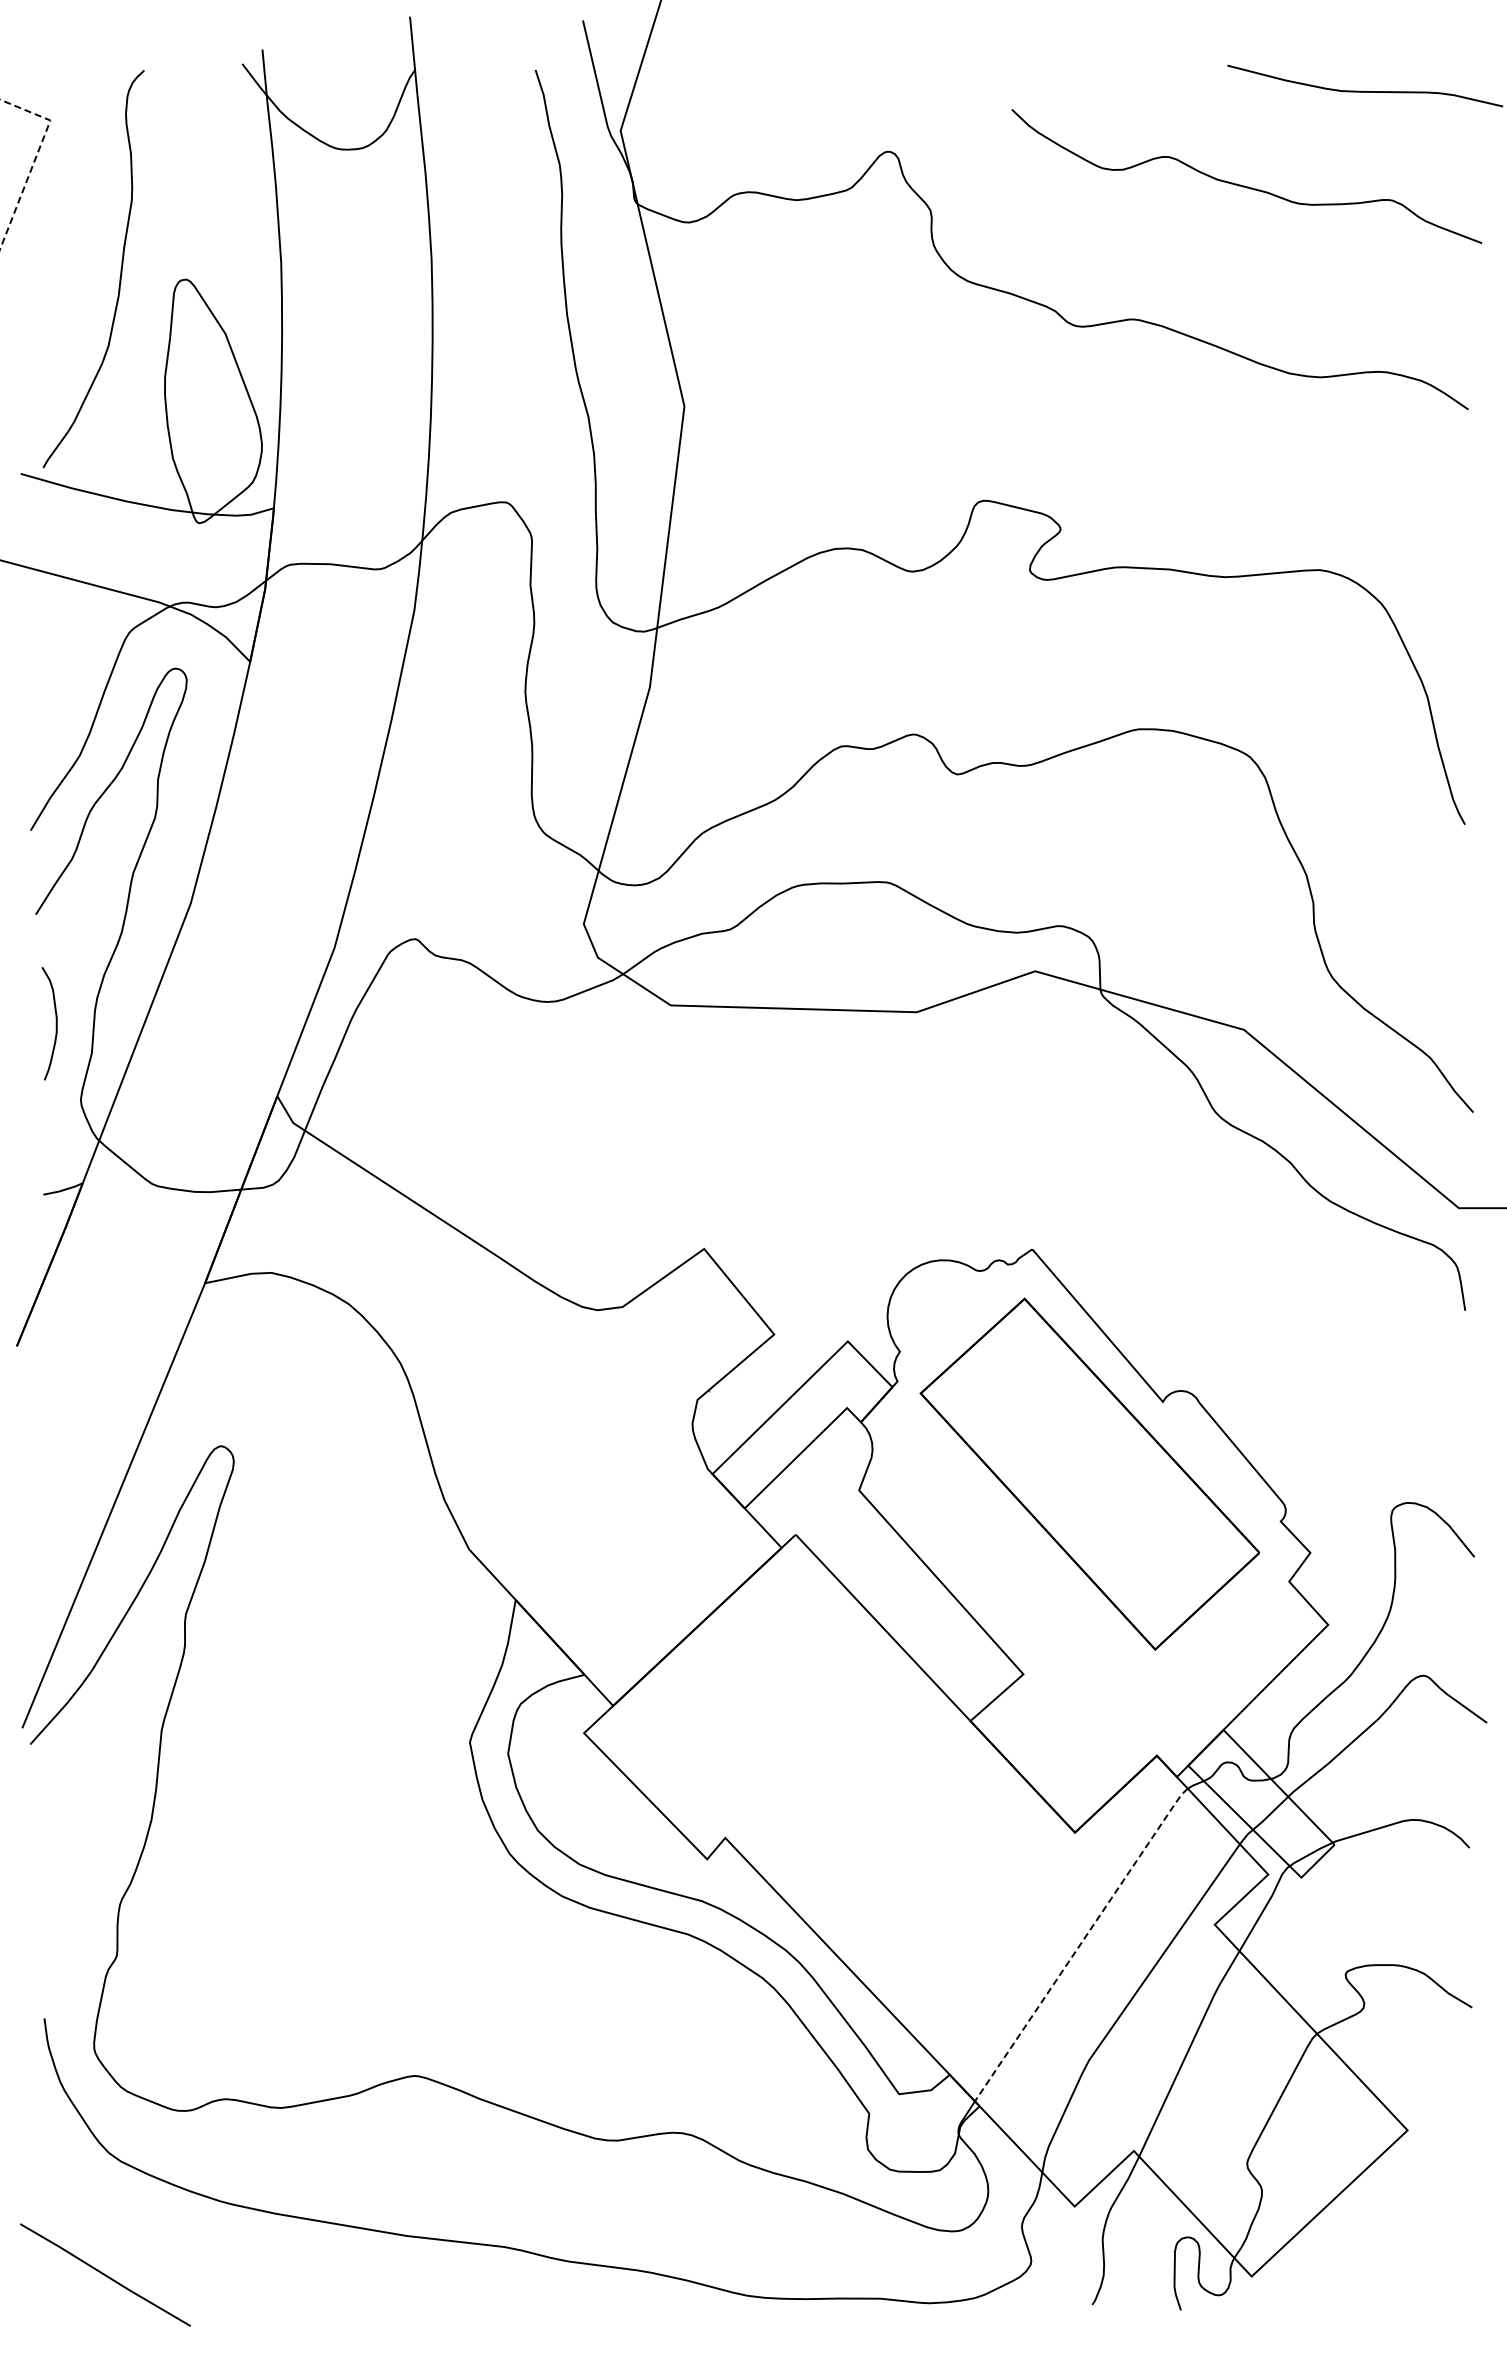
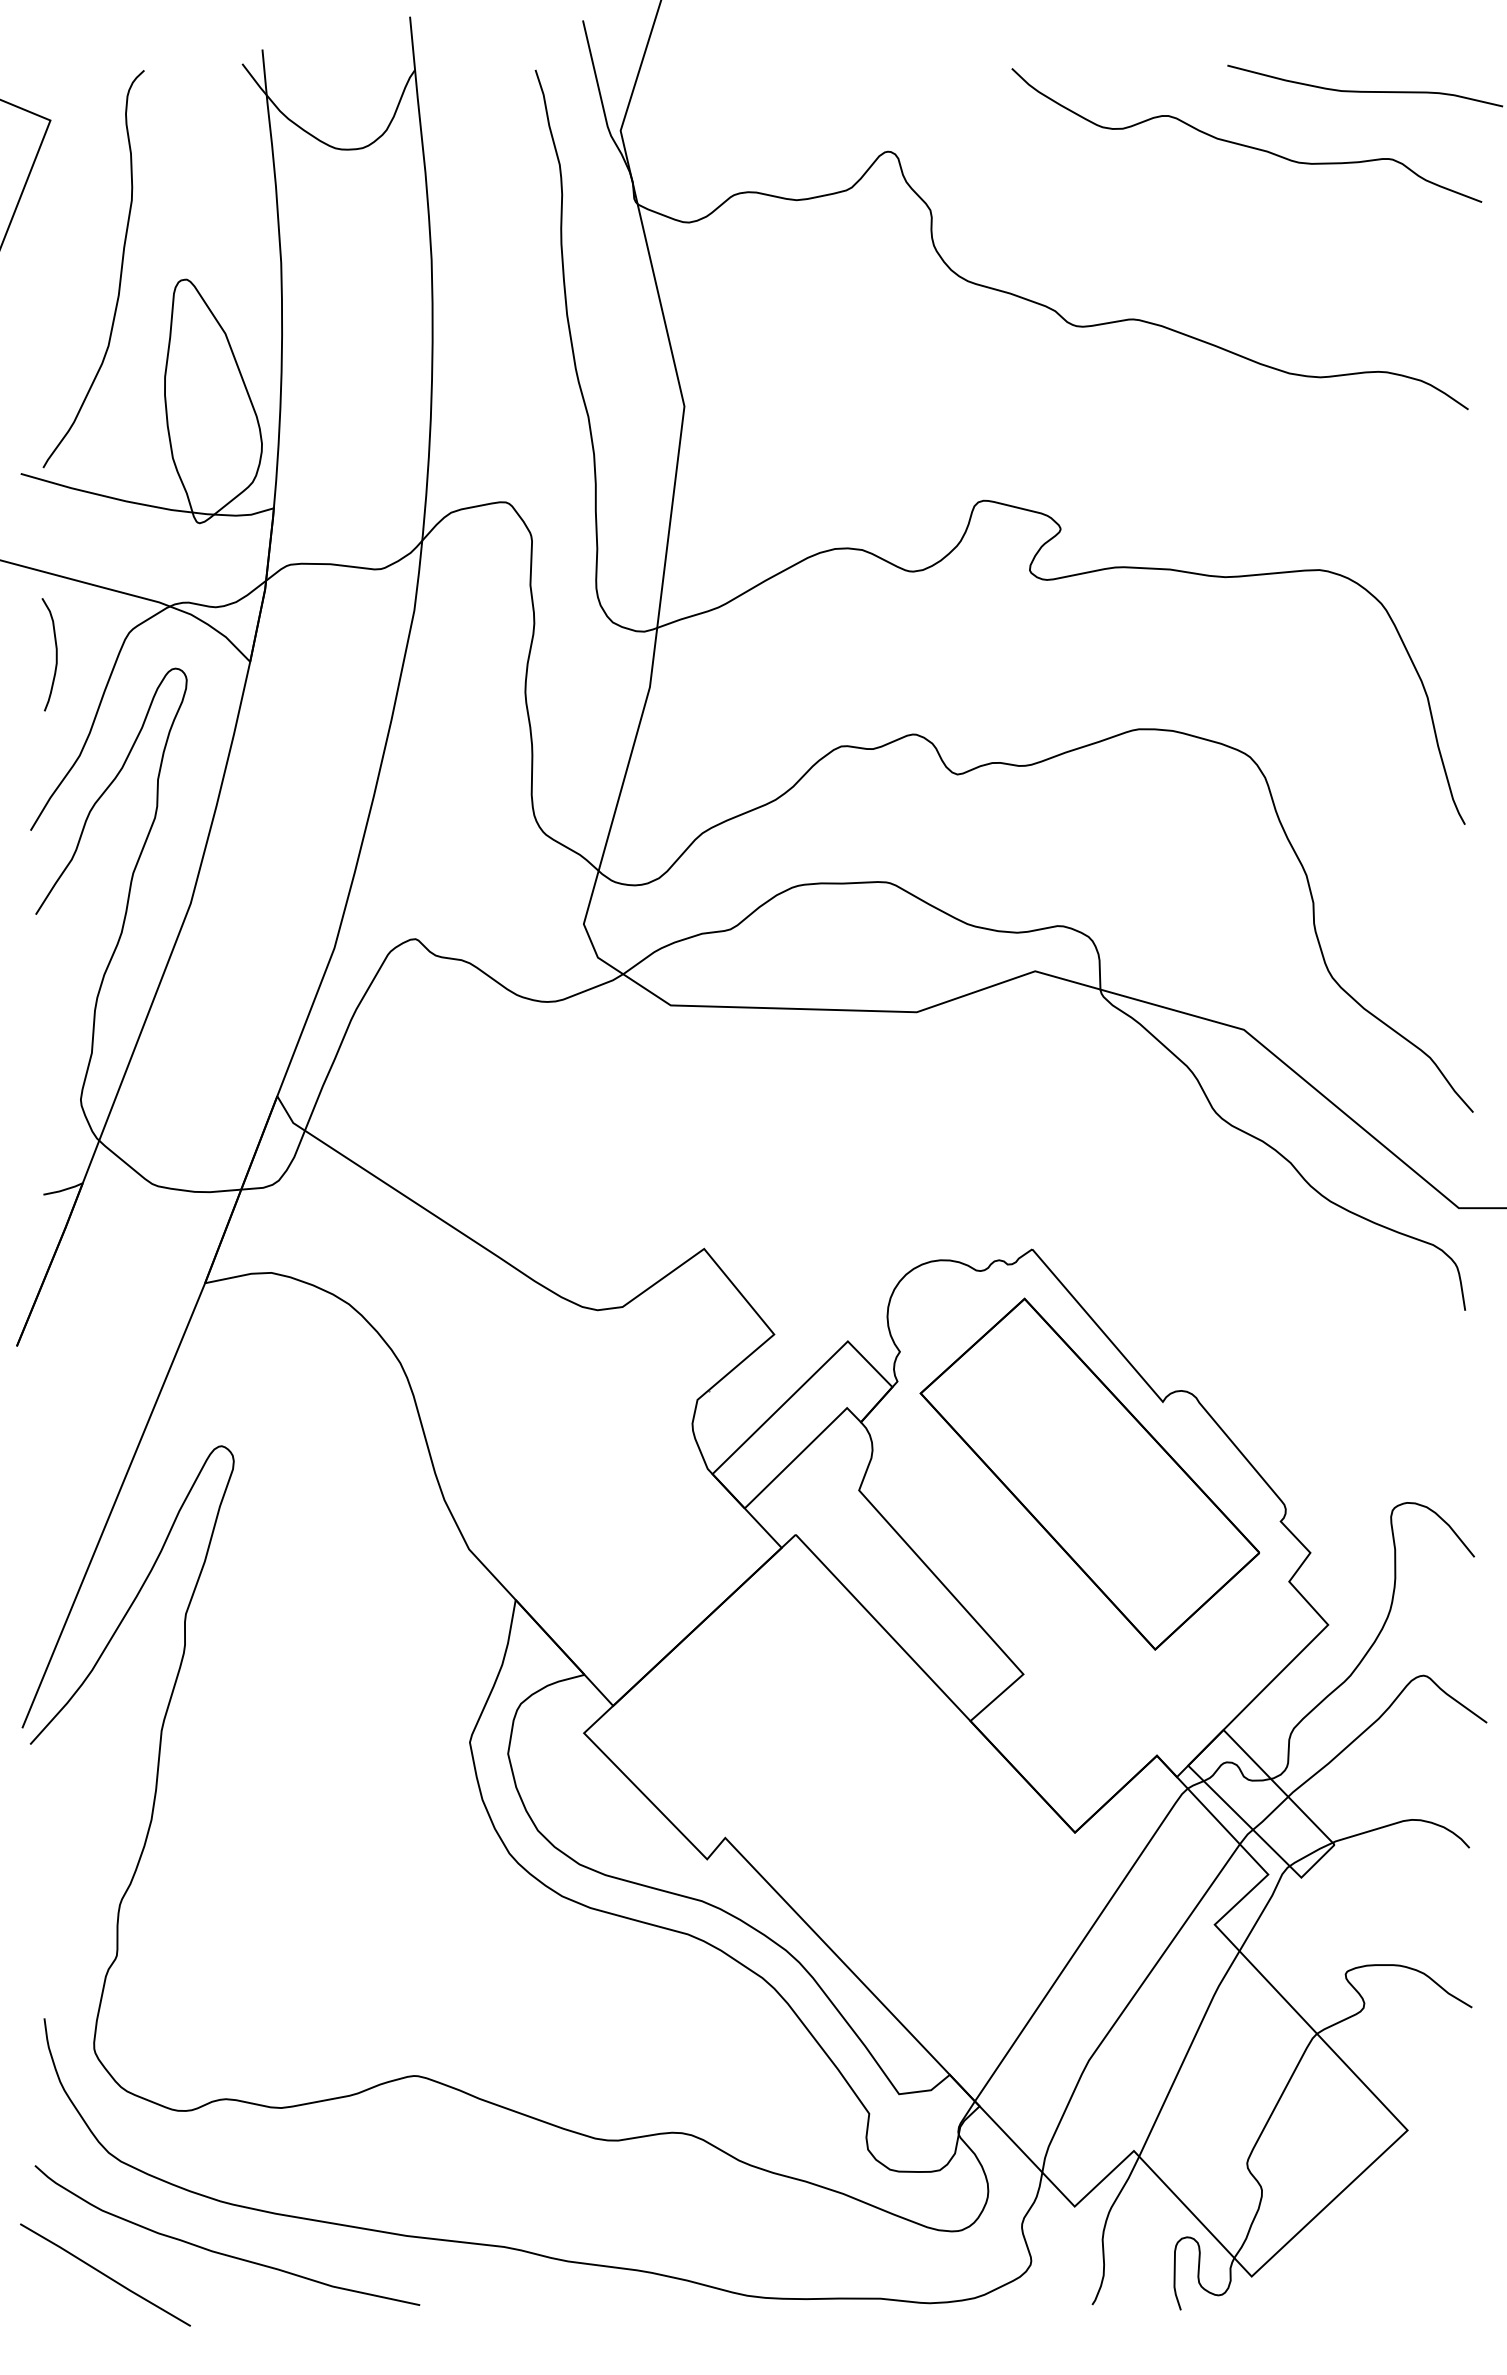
line at (35, 159): dashed -> solid
curve at (1244, 185) position: (1244, 185) -> (1244, 144)
curve at (55, 1023) position: (55, 1023) -> (55, 654)
line at (1081, 1943): dashed -> solid
curve at (224, 2253): none -> present
